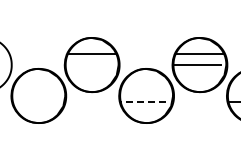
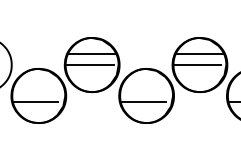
line at (89, 65): none -> present
line at (35, 102): none -> present
line at (143, 102): dashed -> solid
